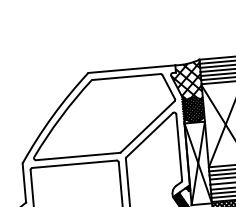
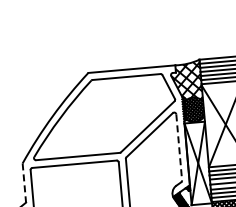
line at (179, 147): solid -> dashed
line at (24, 183): solid -> dashed
